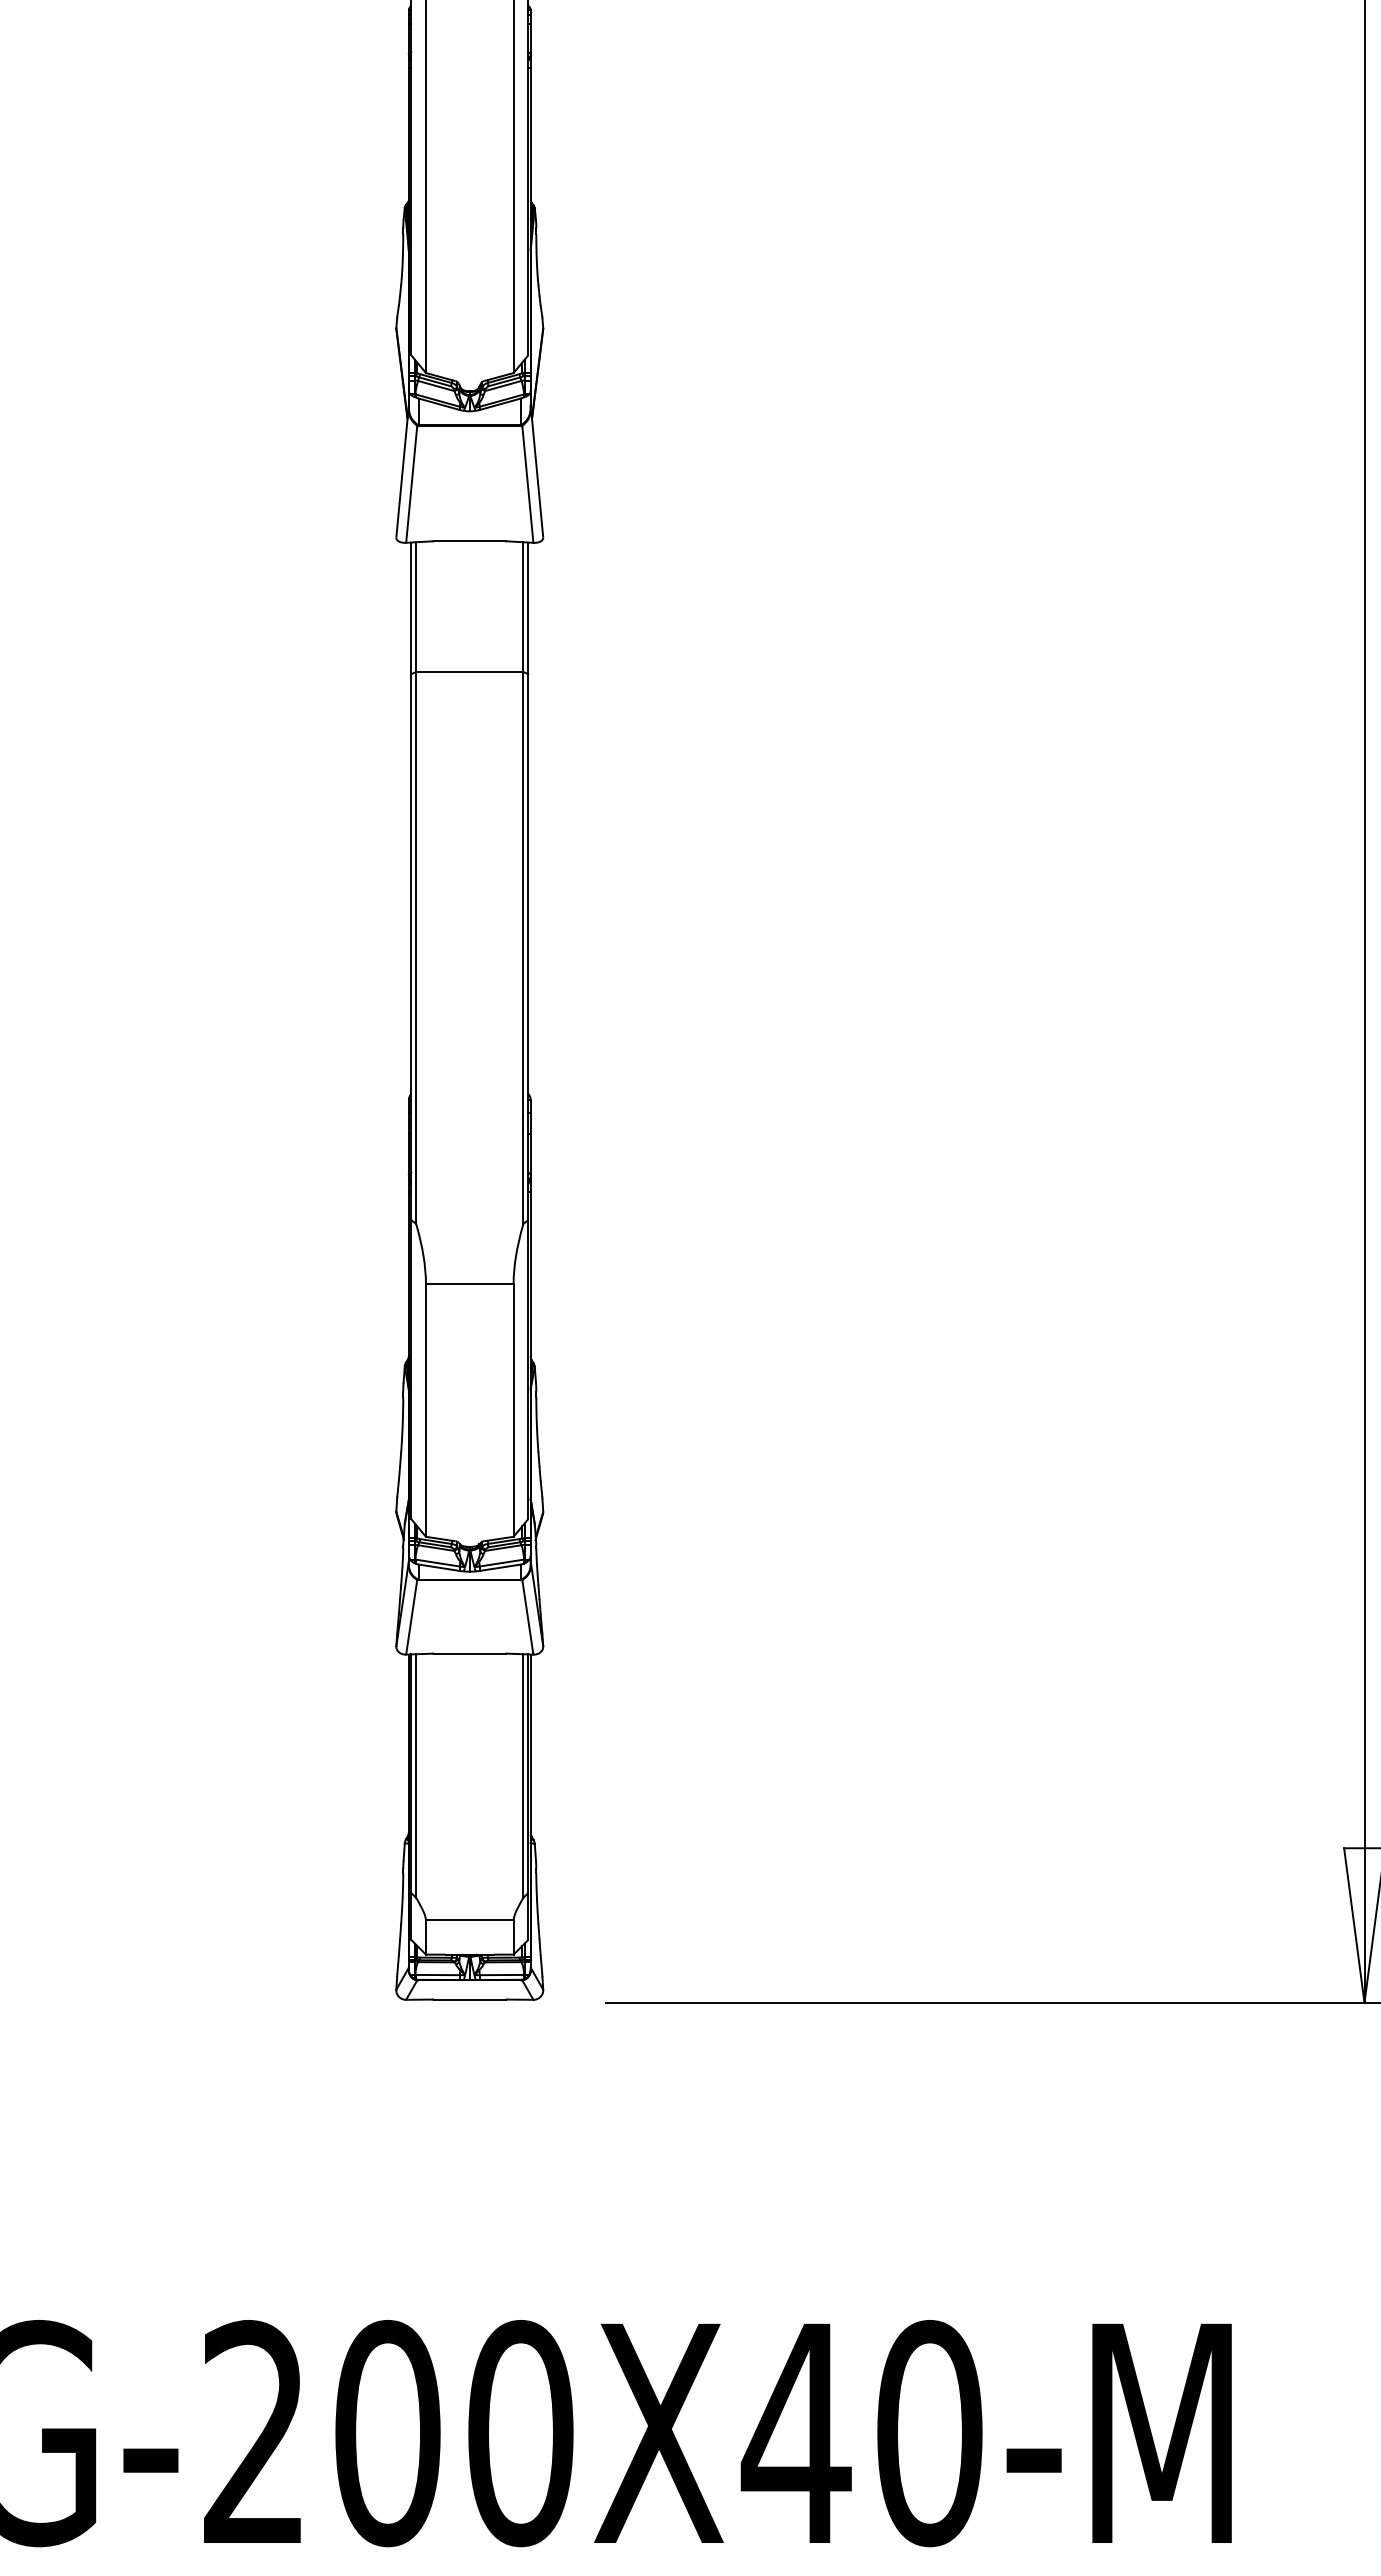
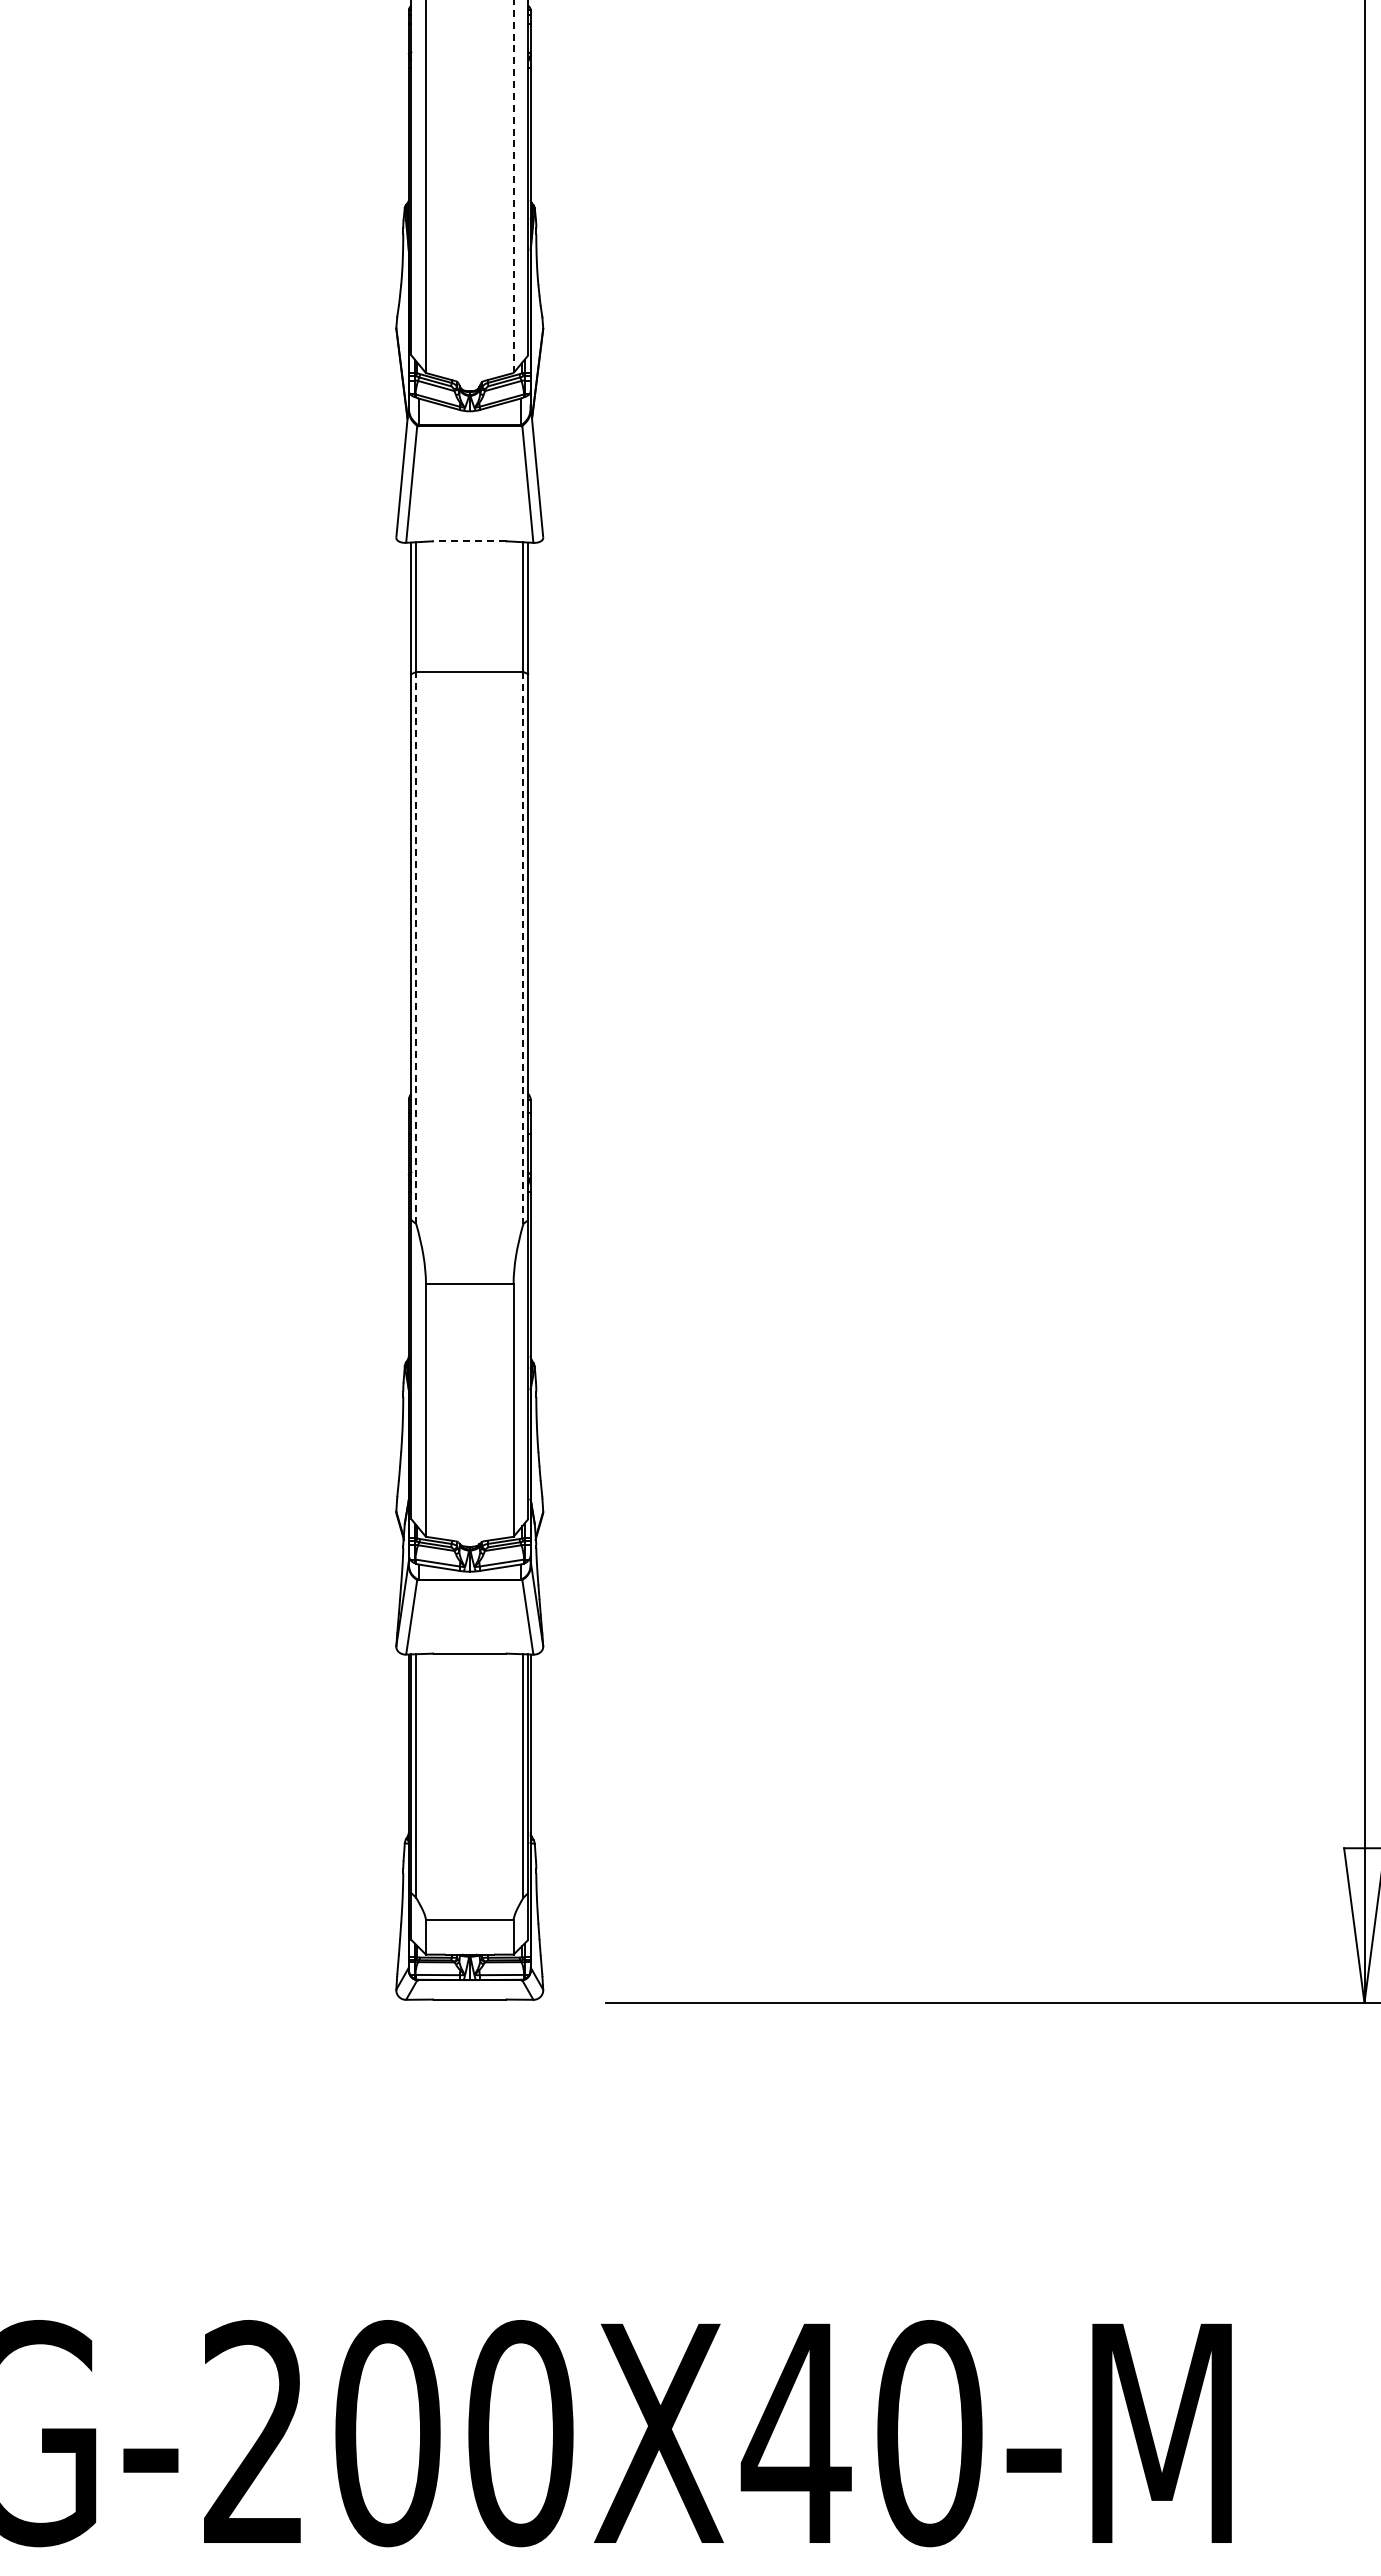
line at (513, 186): solid -> dashed
line at (469, 541): solid -> dashed
line at (416, 947): solid -> dashed
line at (523, 948): solid -> dashed
